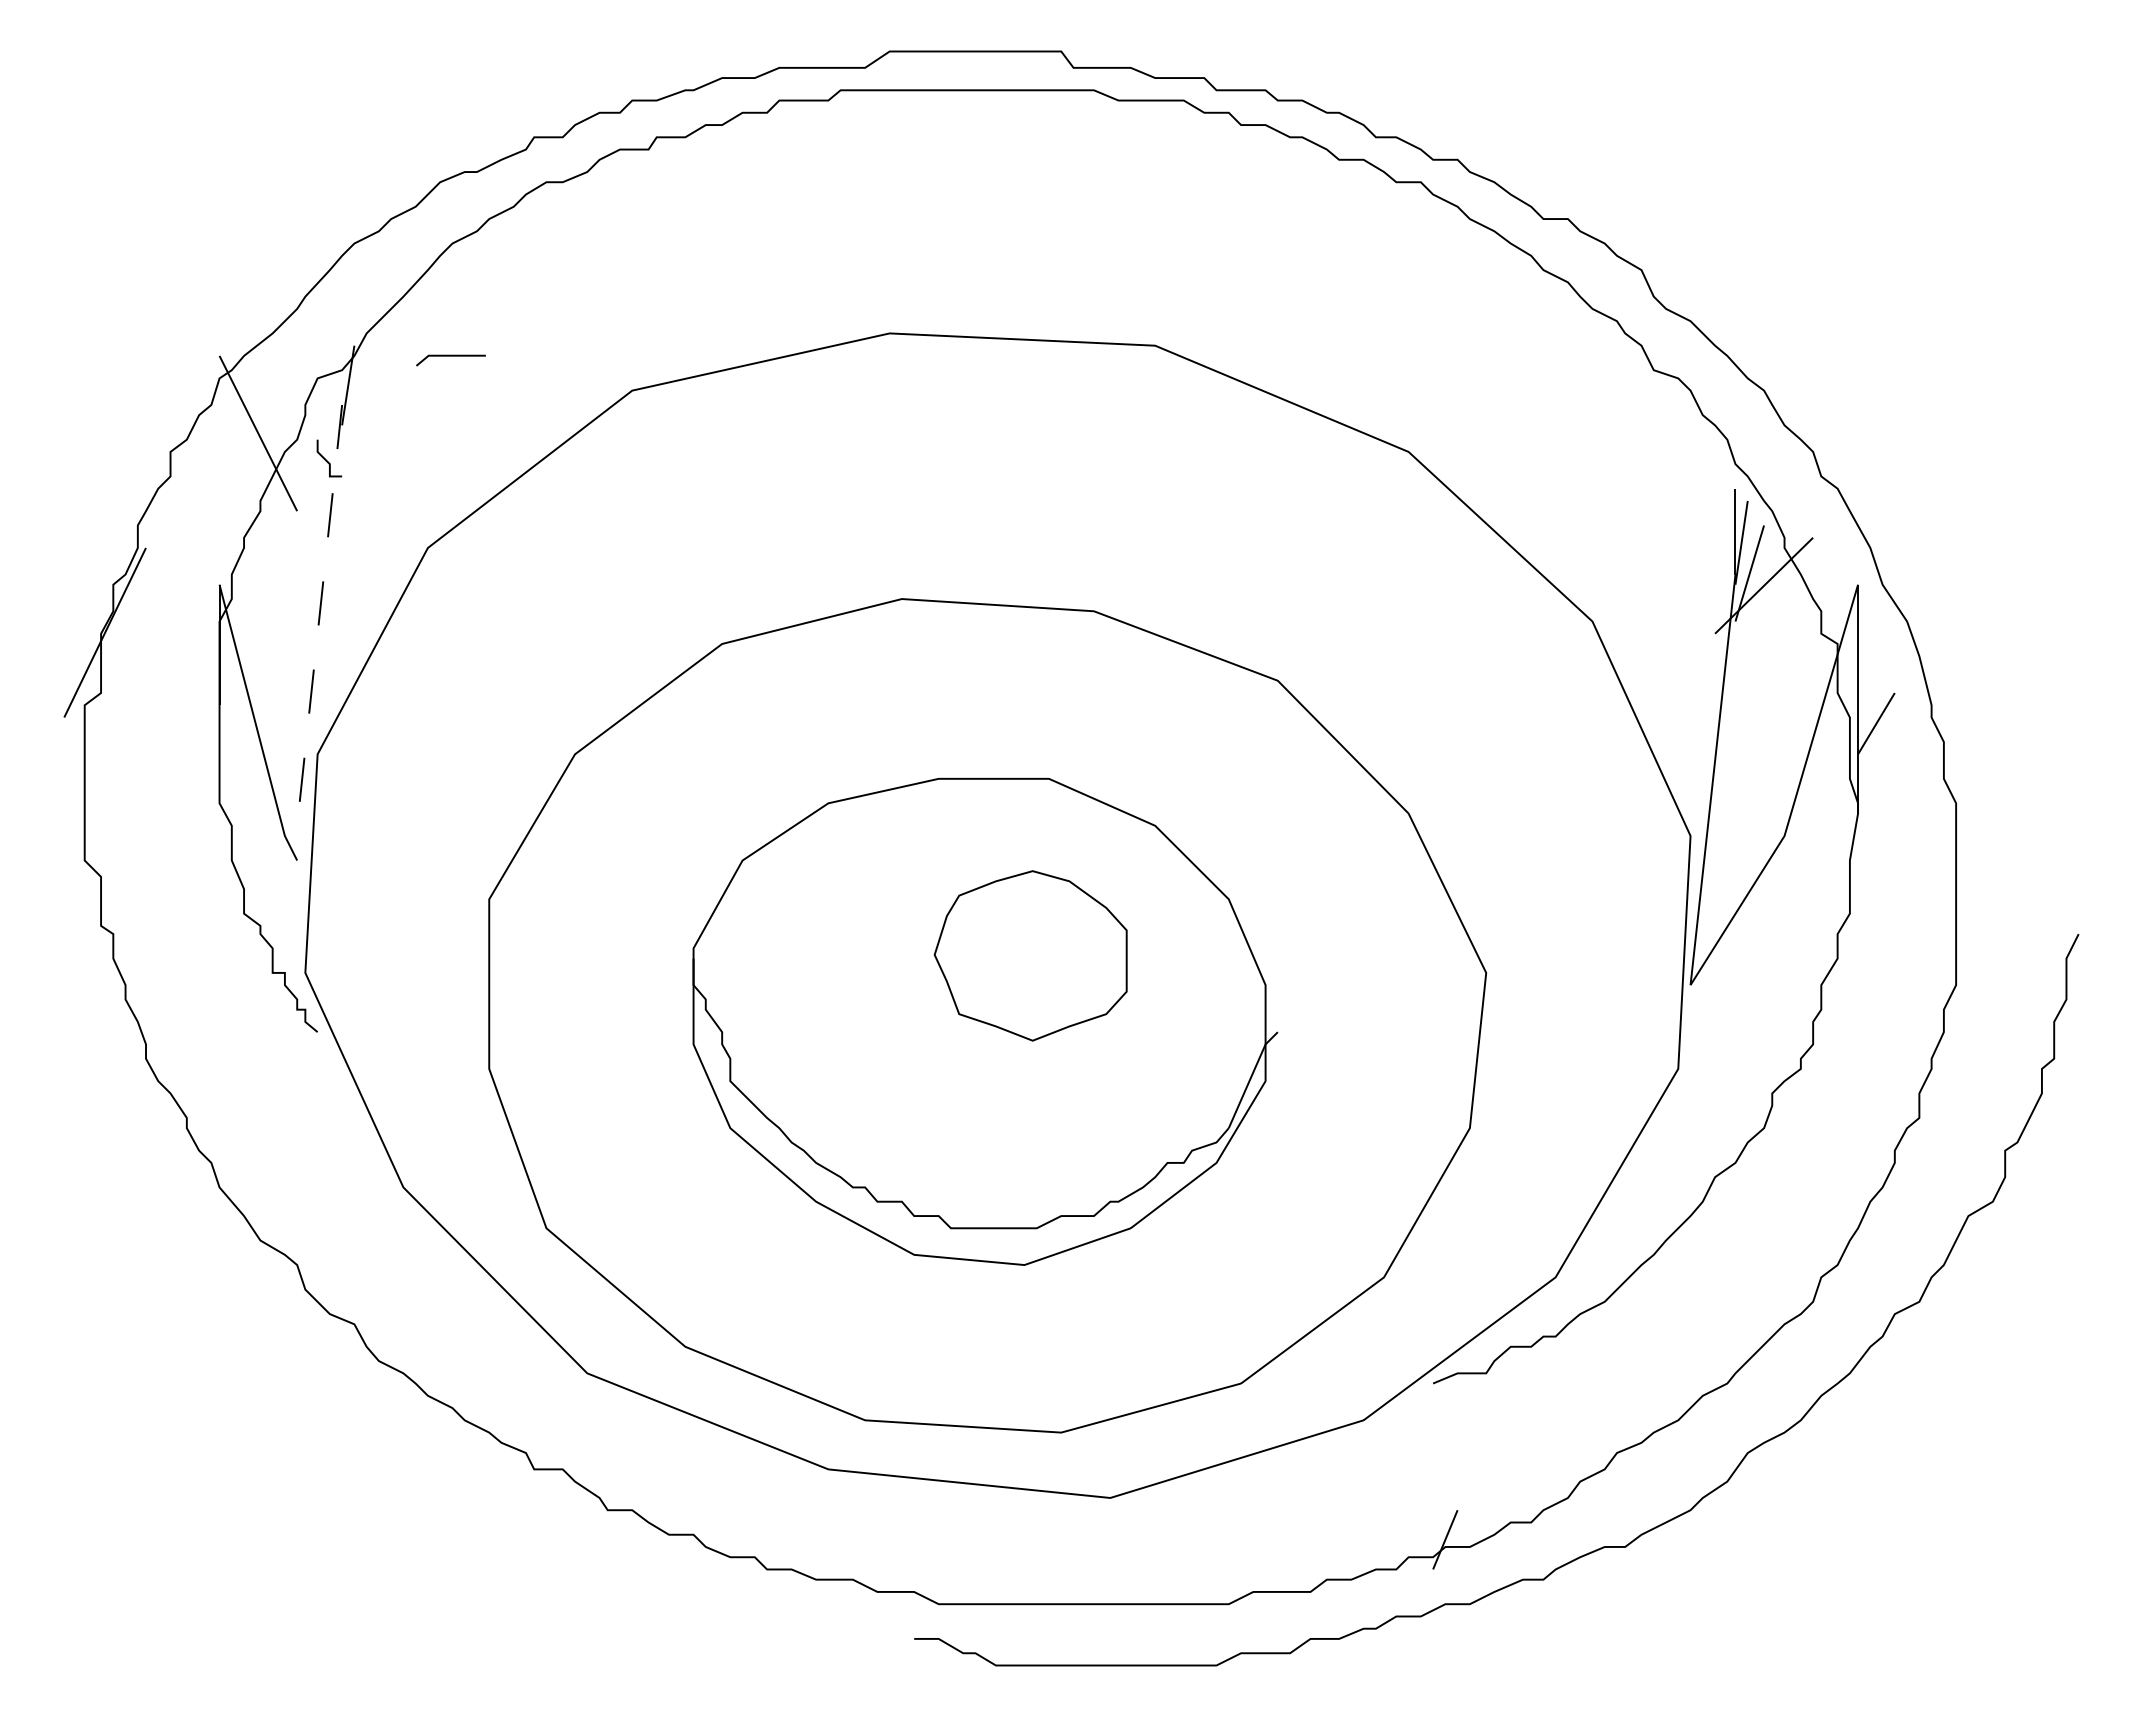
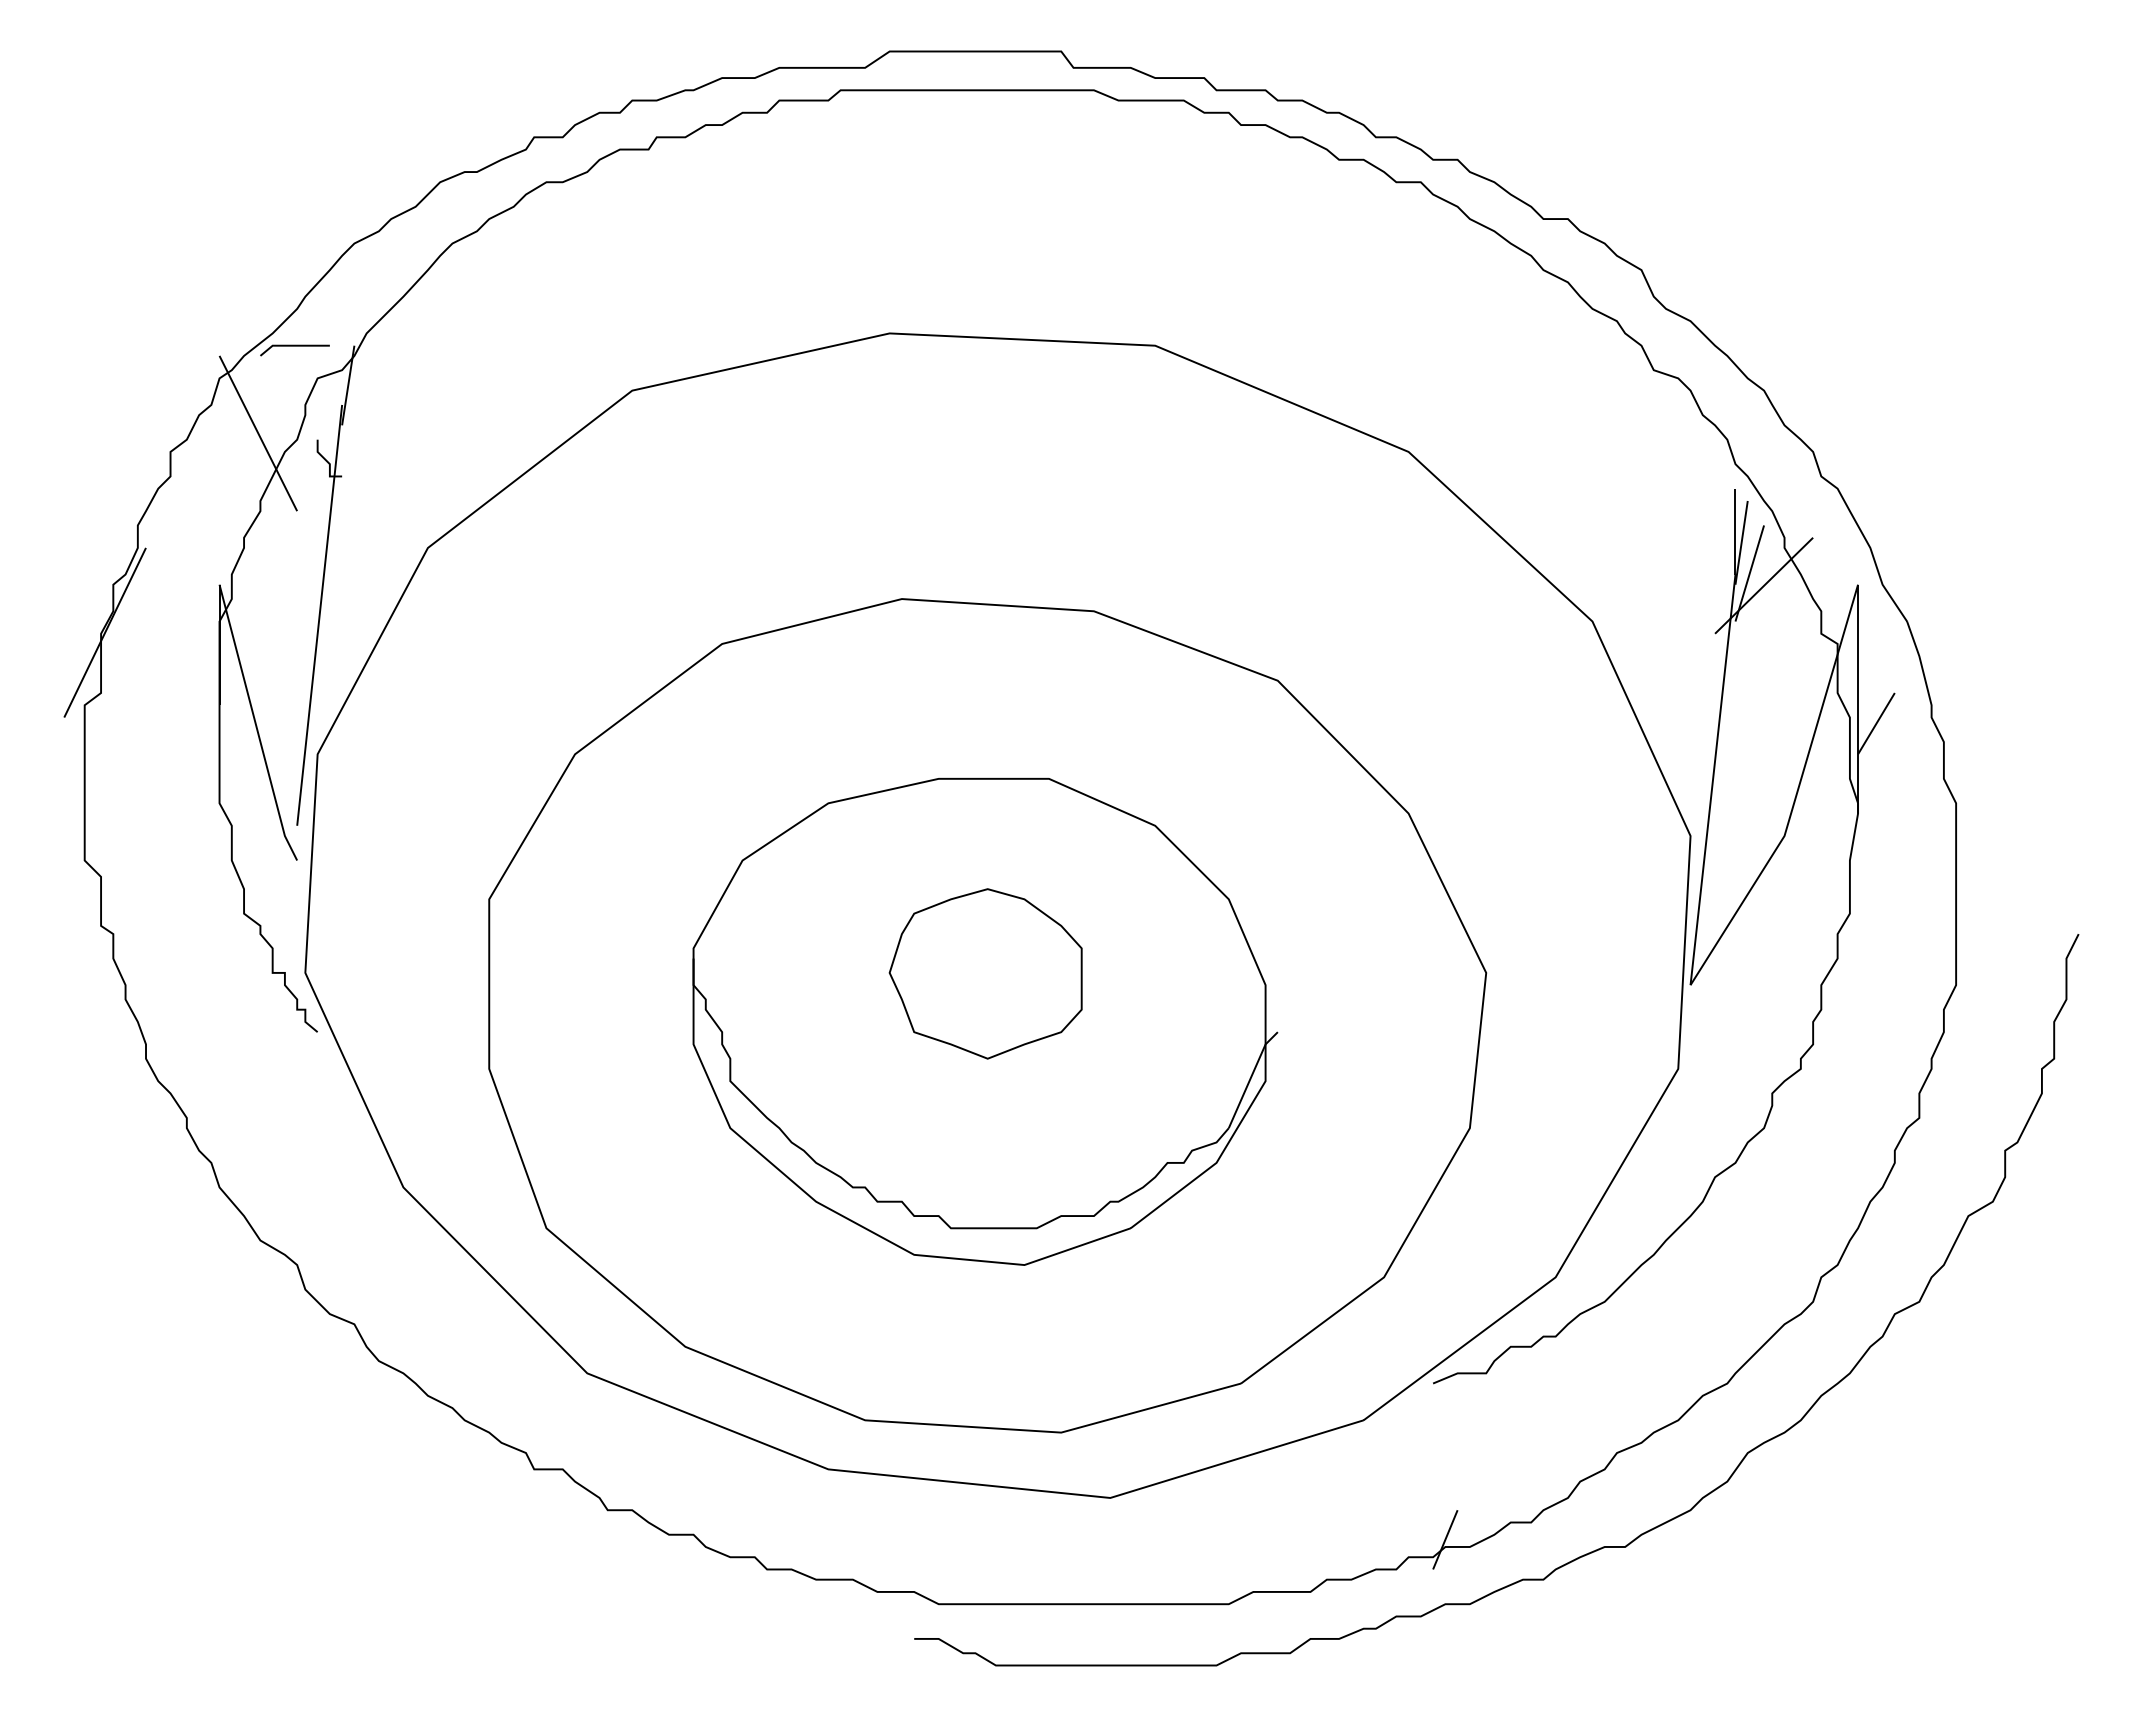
curve at (450, 356) position: (450, 356) -> (294, 346)
line at (319, 615): dashed -> solid
part at (1030, 955) position: (1030, 955) -> (985, 973)
